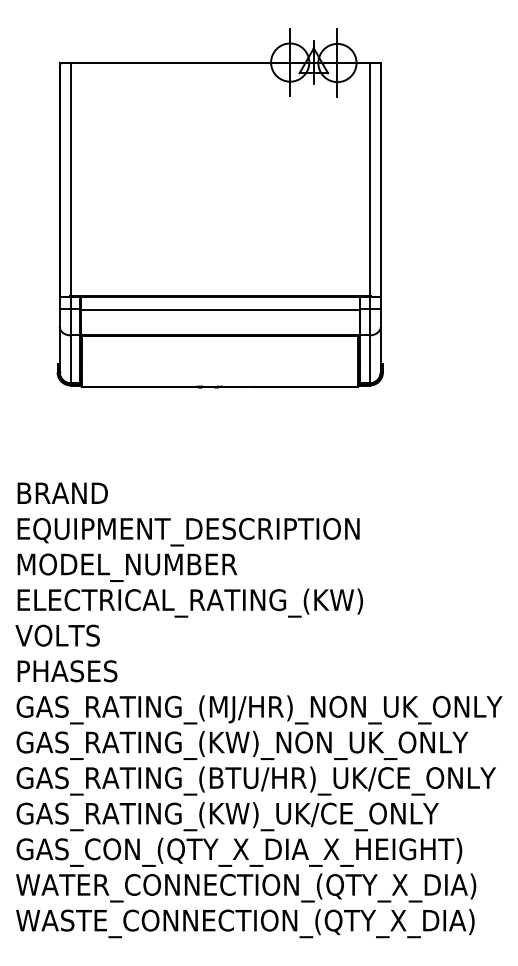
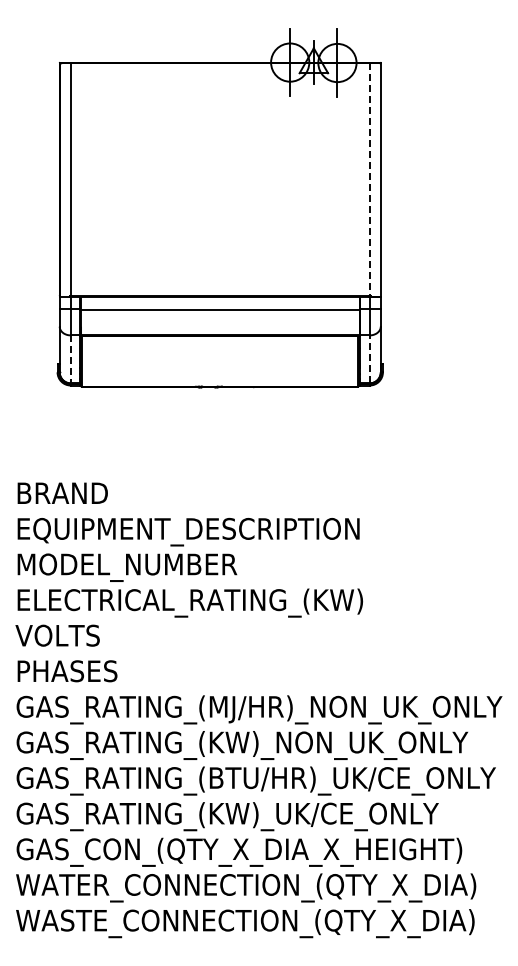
line at (369, 179): solid -> dashed
line at (369, 358): solid -> dashed
line at (70, 359): solid -> dashed
